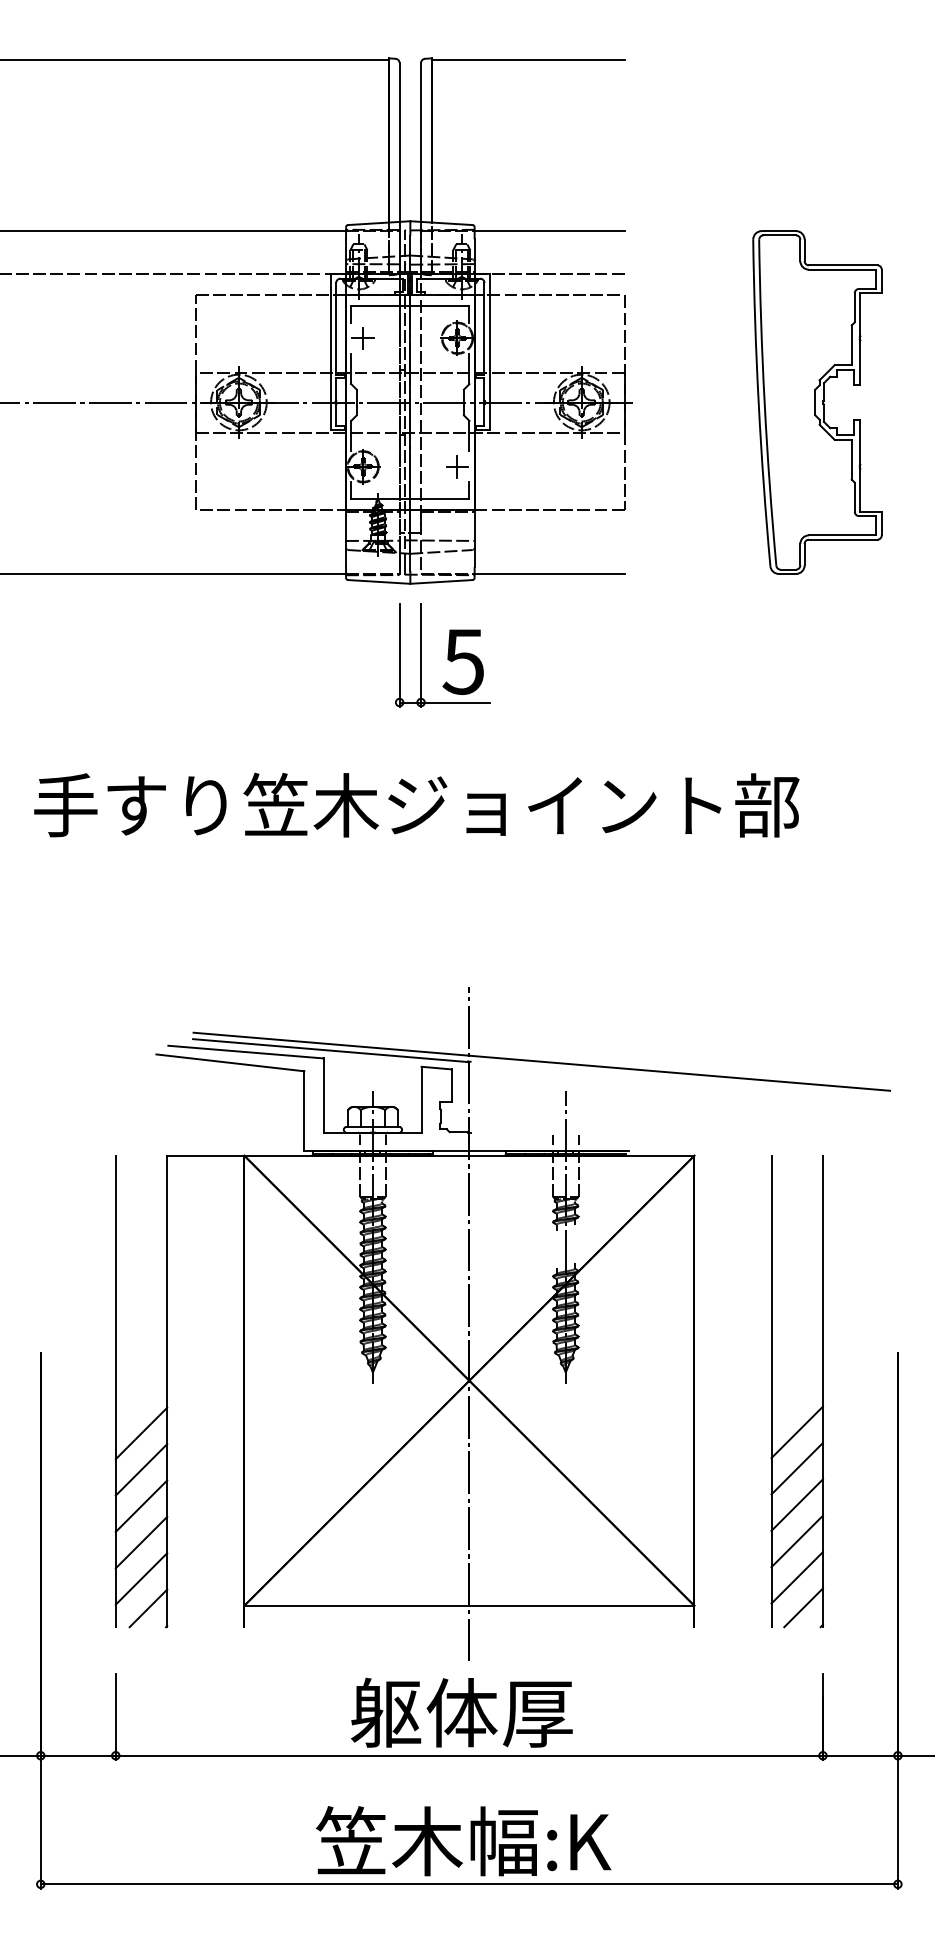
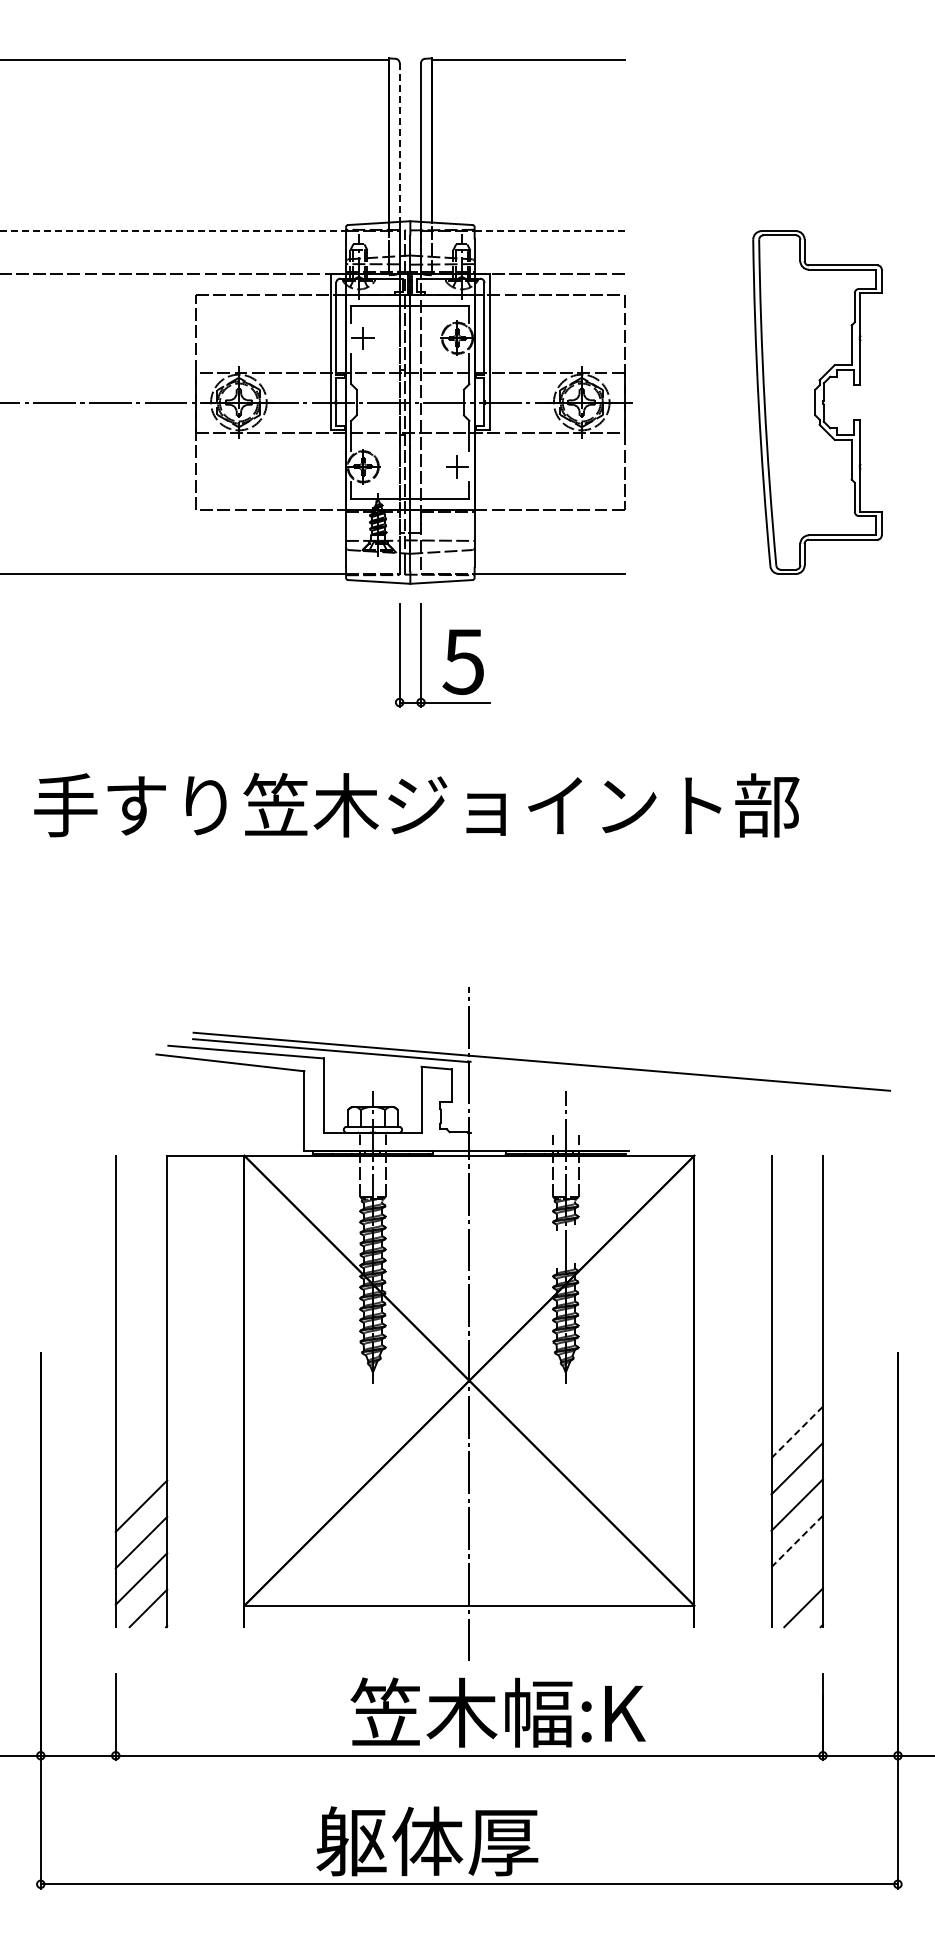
line at (399, 143): solid -> dashed
line at (173, 231): solid -> dashed
line at (550, 231): solid -> dashed
line at (796, 1432): solid -> dashed
line at (141, 1433): present -> none
line at (141, 1469): present -> none
line at (796, 1541): solid -> dashed
line at (796, 1577): present -> none
text at (497, 1712): 躯体厚 -> 笠木幅:K
text at (463, 1841): 笠木幅:K -> 躯体厚
